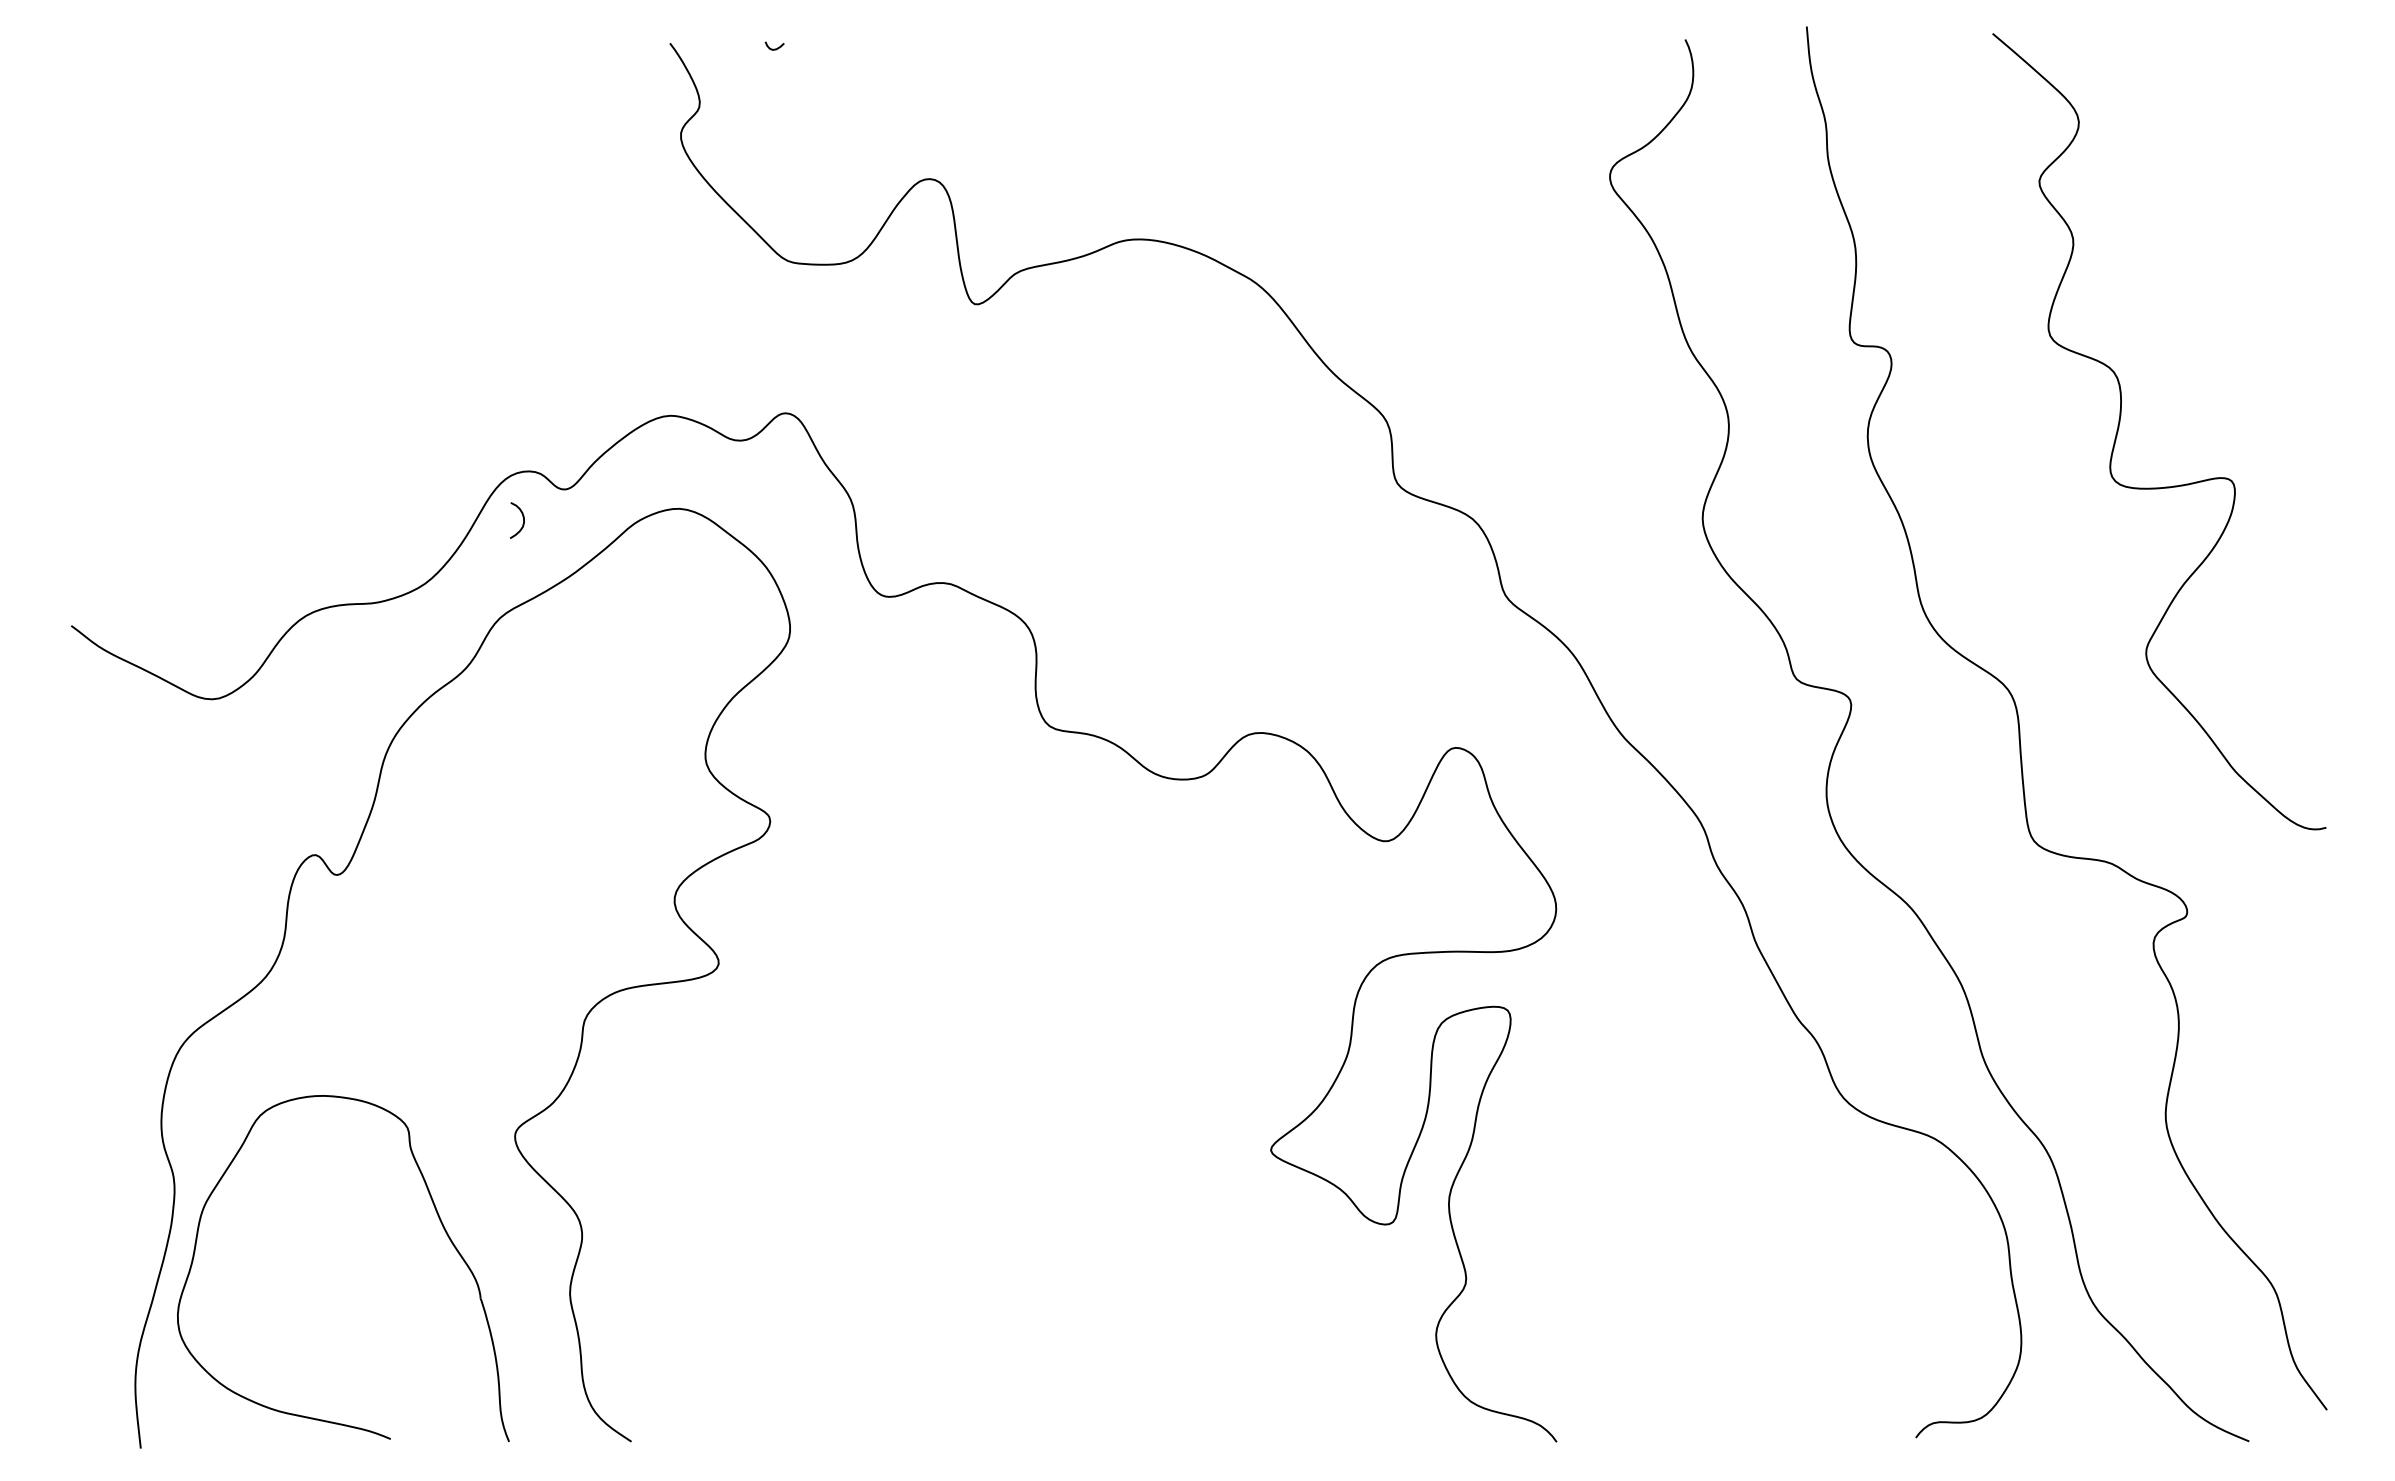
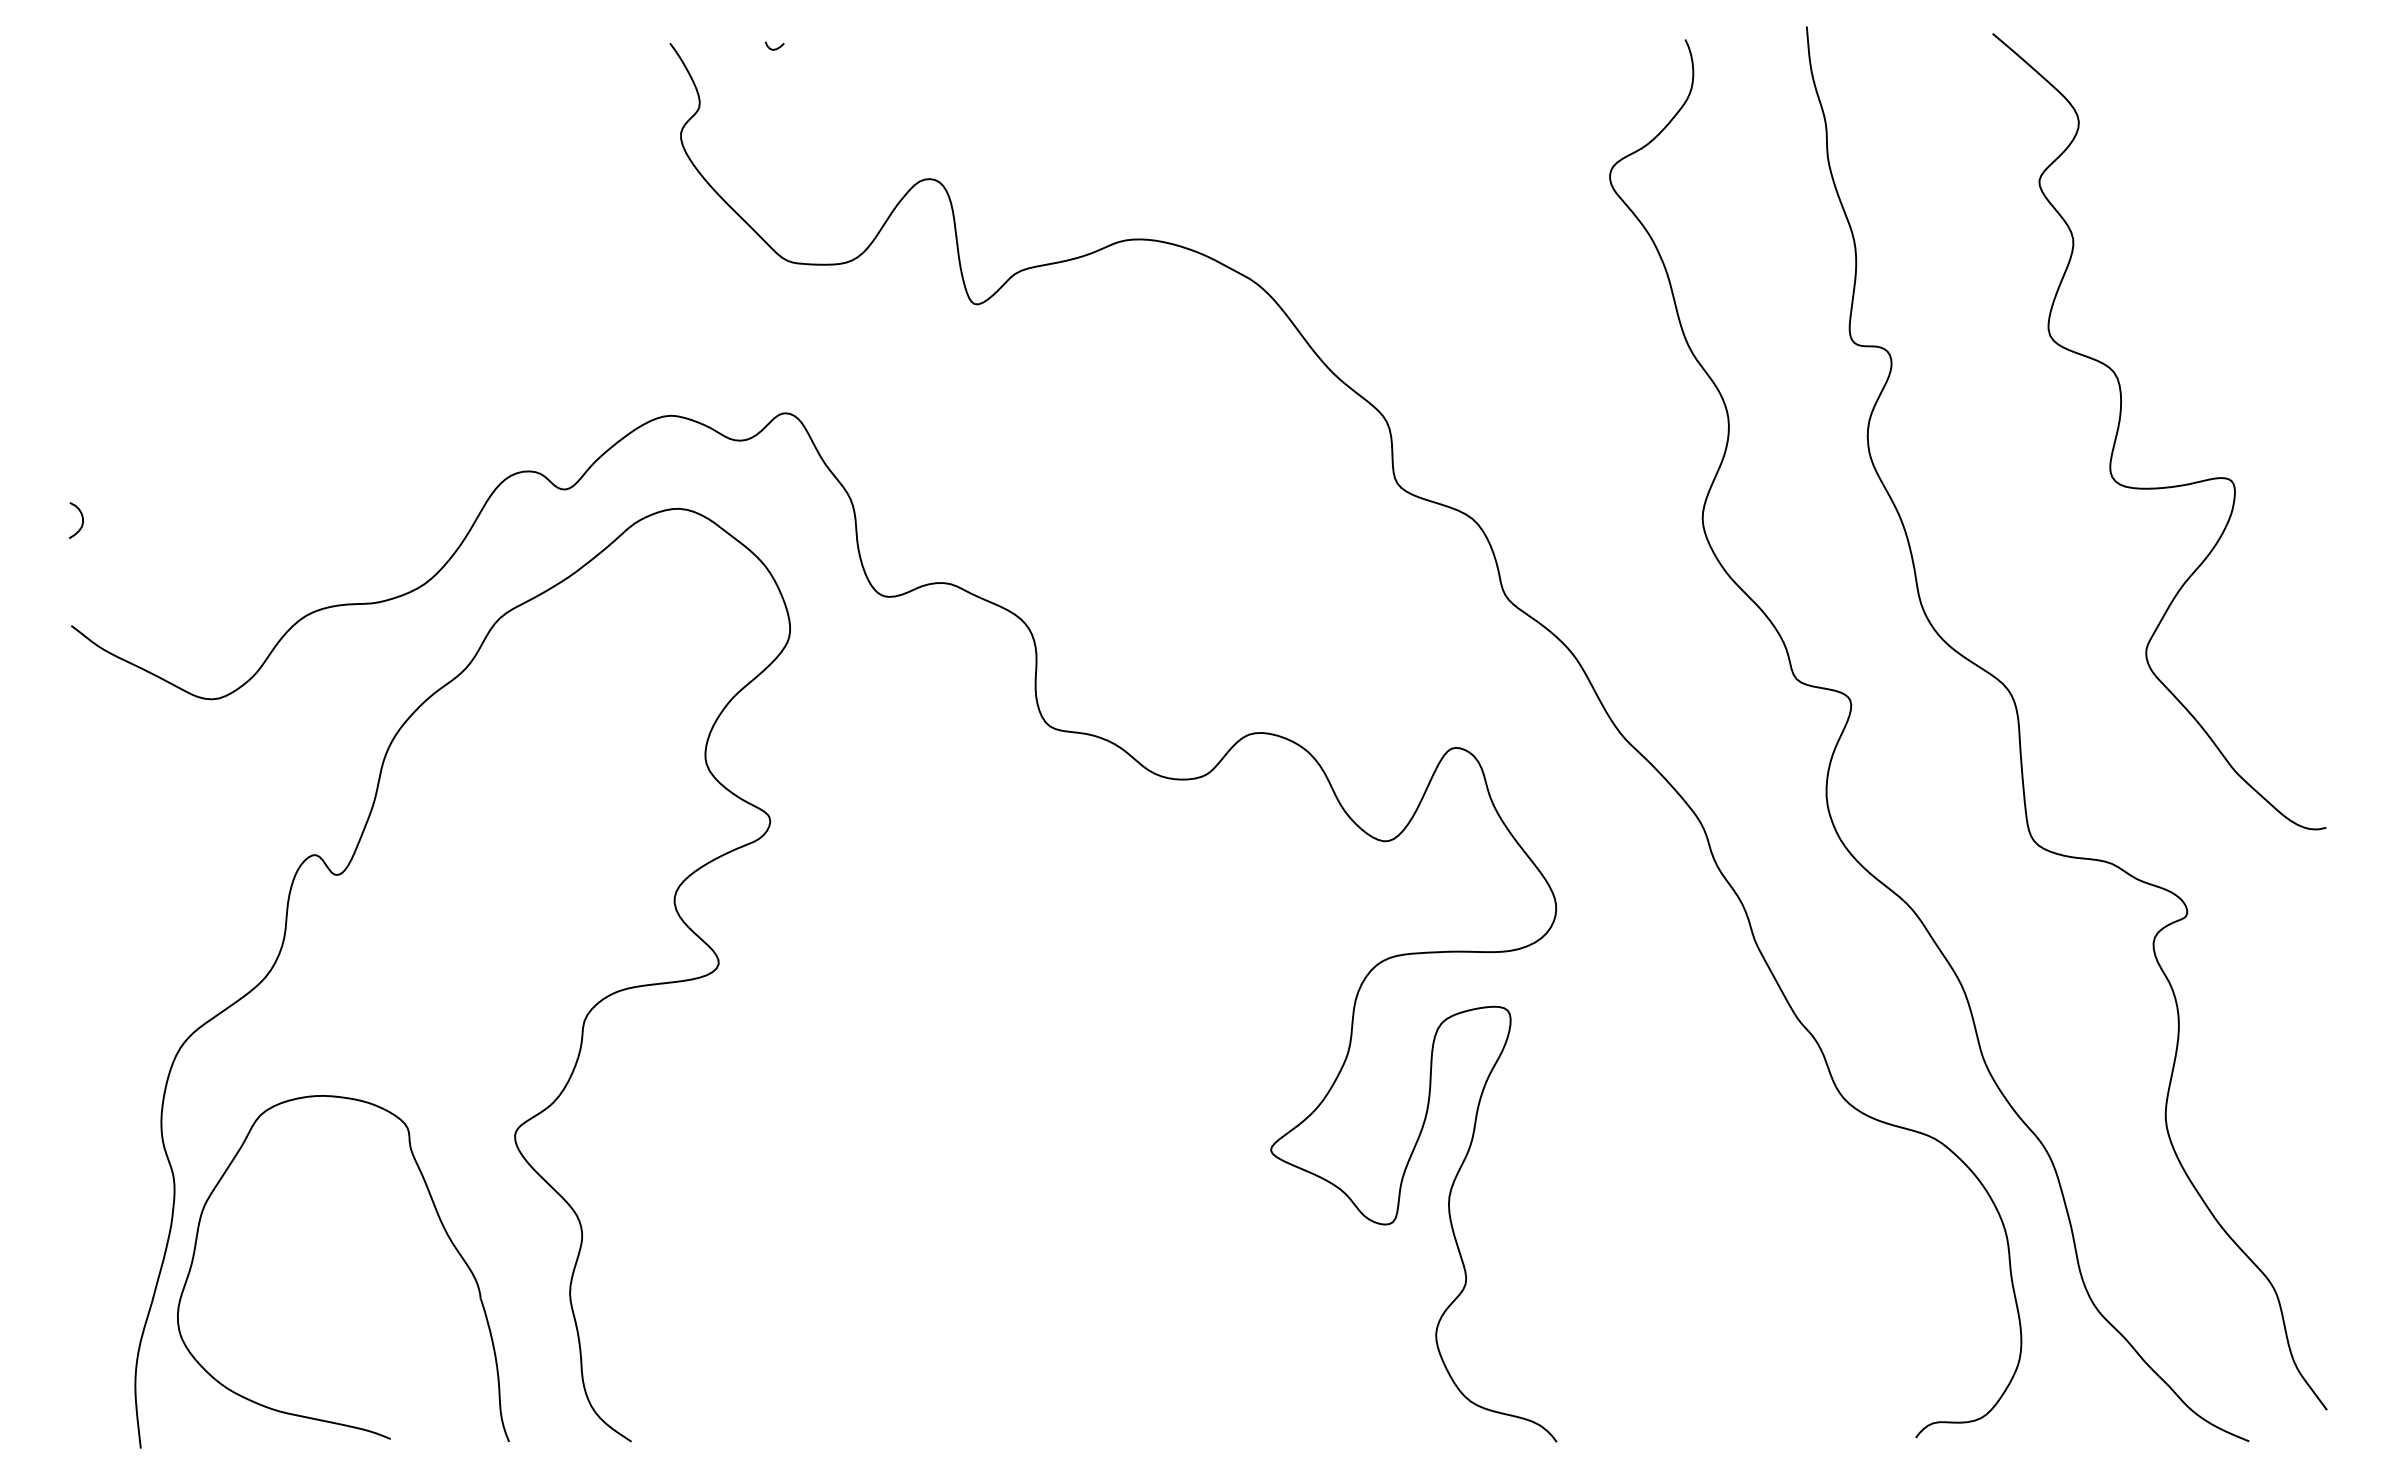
curve at (522, 517) position: (522, 517) -> (81, 517)
